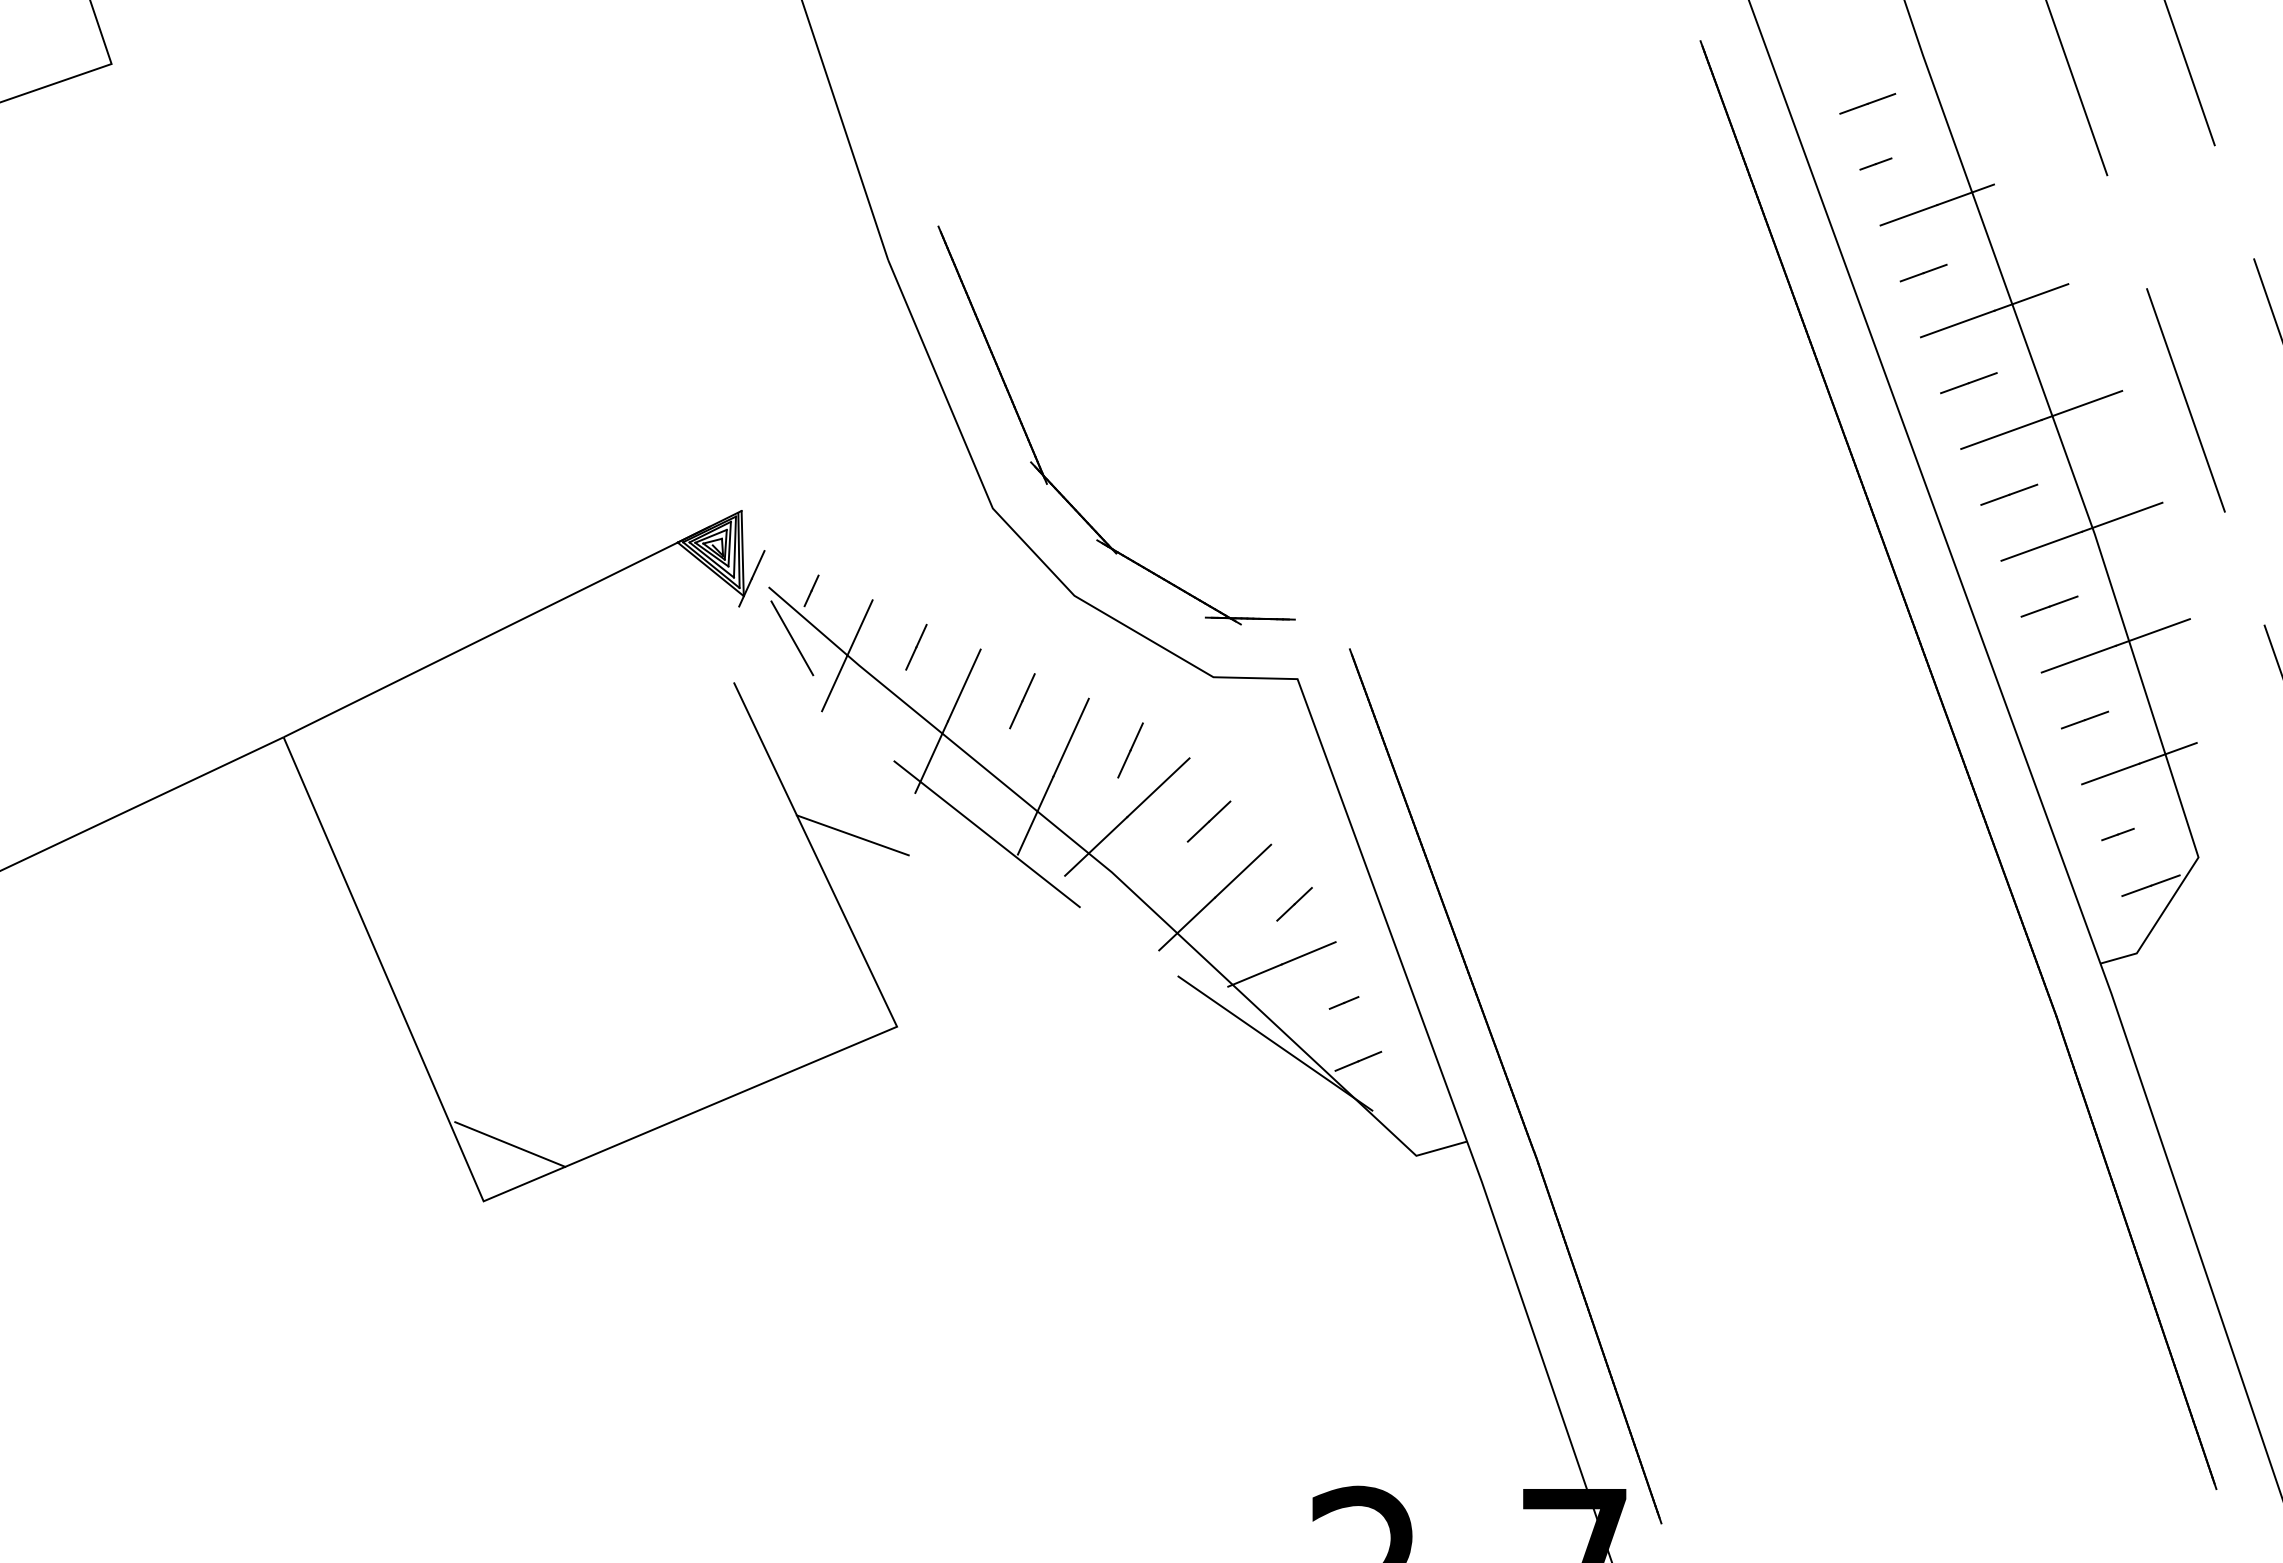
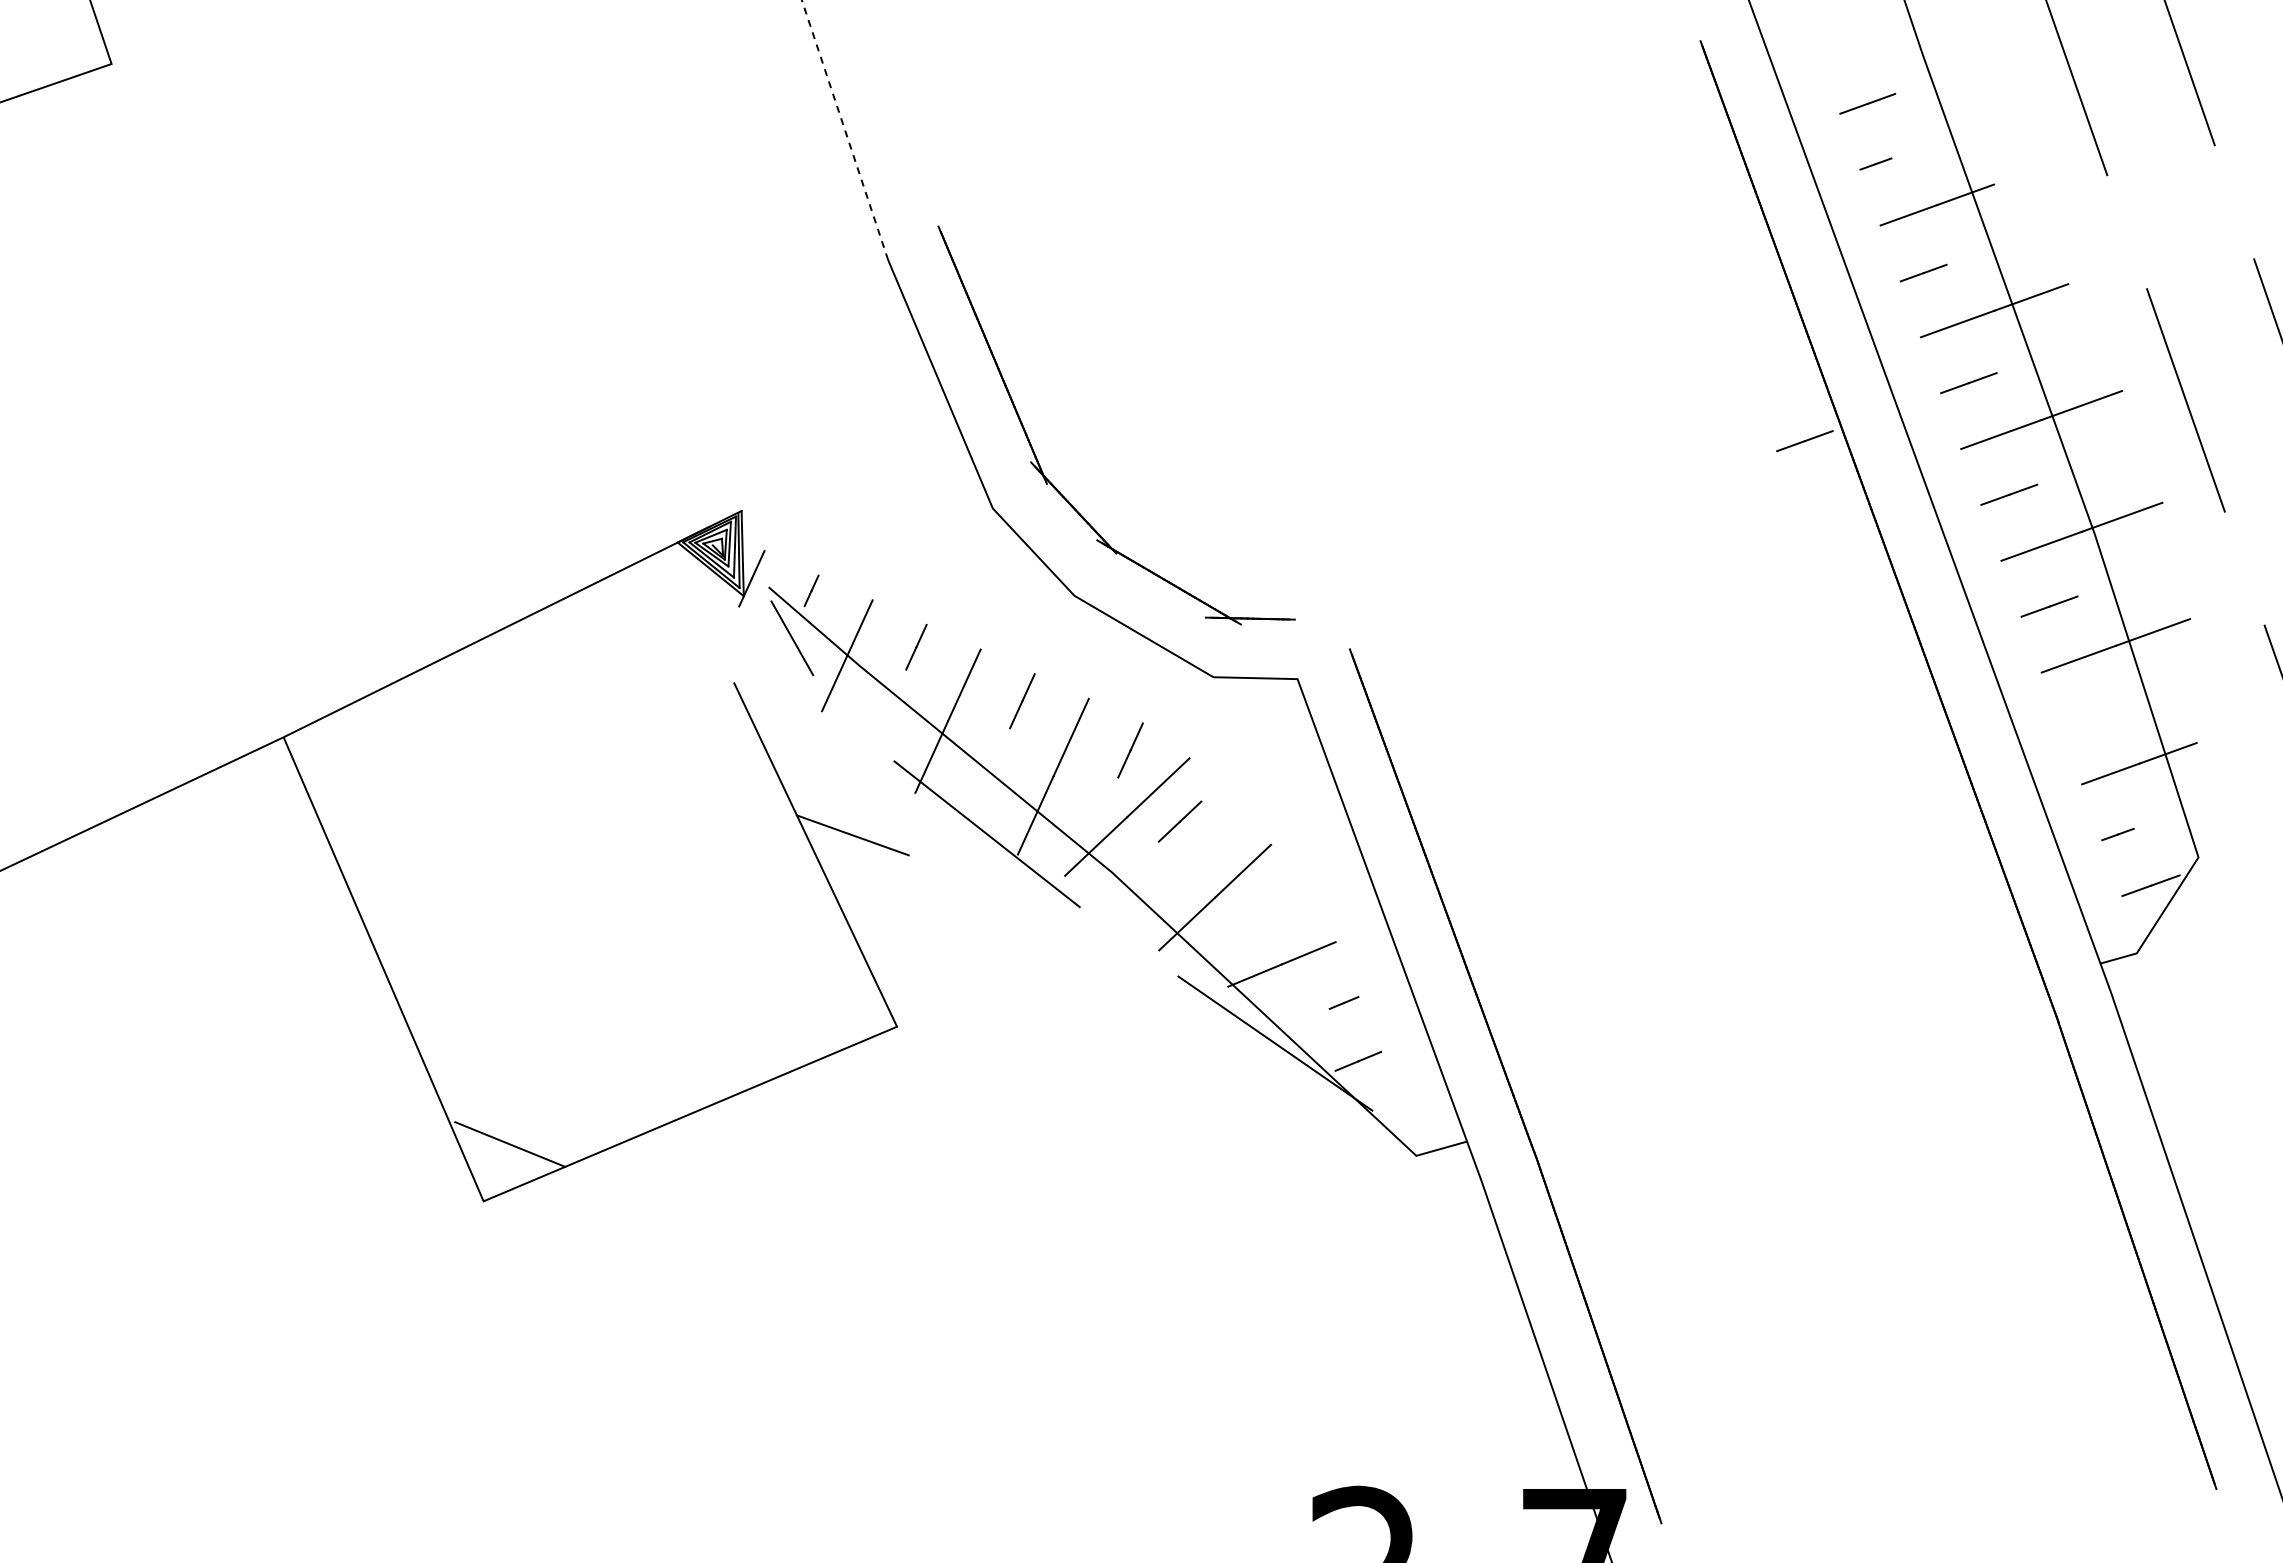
line at (845, 130): solid -> dashed
line at (1804, 441): none -> present
line at (2085, 719): present -> none
line at (1208, 821) position: (1208, 821) -> (1179, 821)
line at (1294, 904): present -> none
